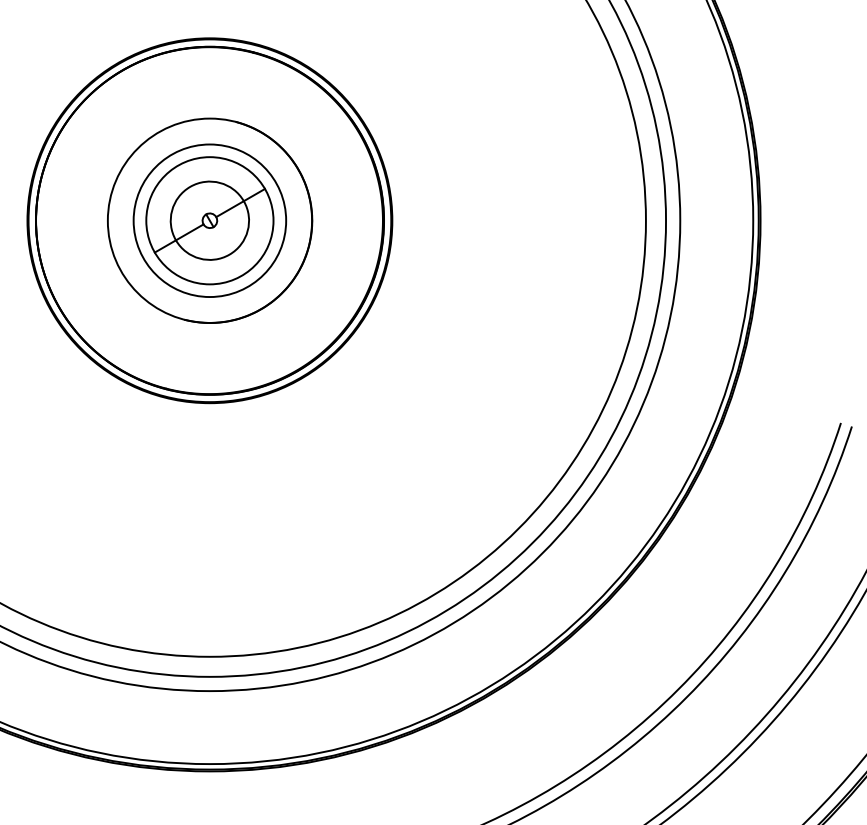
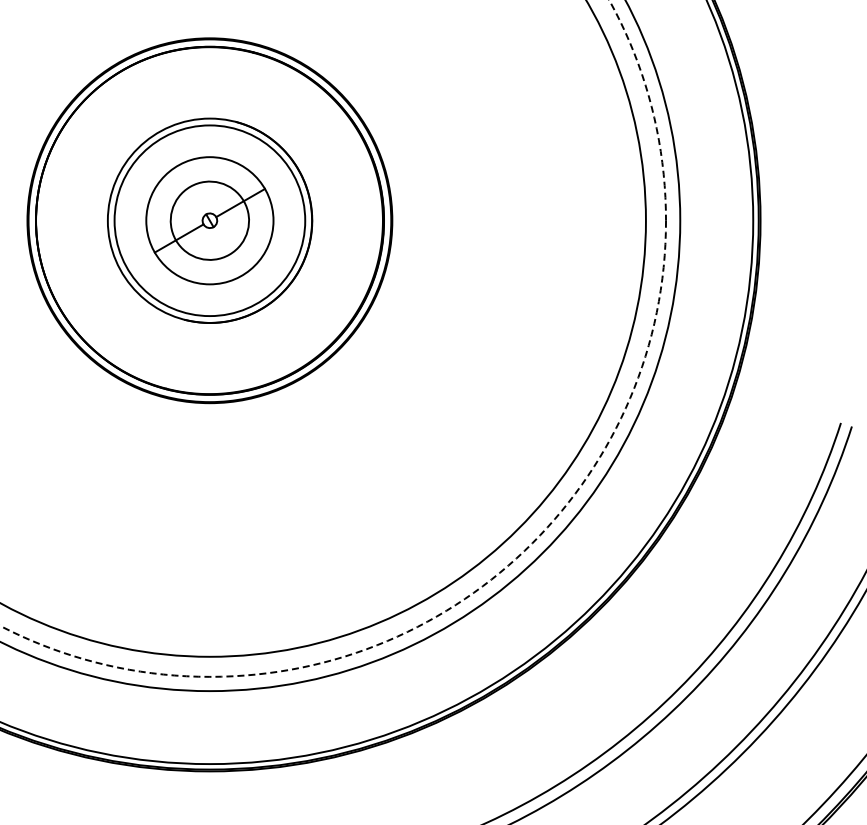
circle at (209, 220) diameter: 153 px -> 191 px
circle at (333, 338): solid -> dashed
